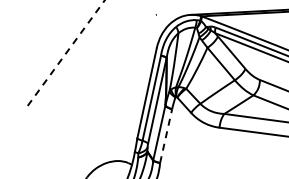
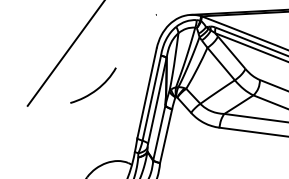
line at (66, 52): dashed -> solid
curve at (96, 88): none -> present
line at (166, 135): dashed -> solid
